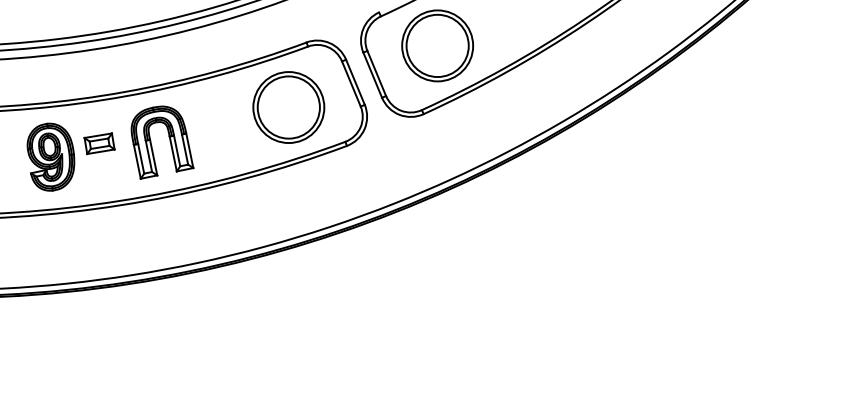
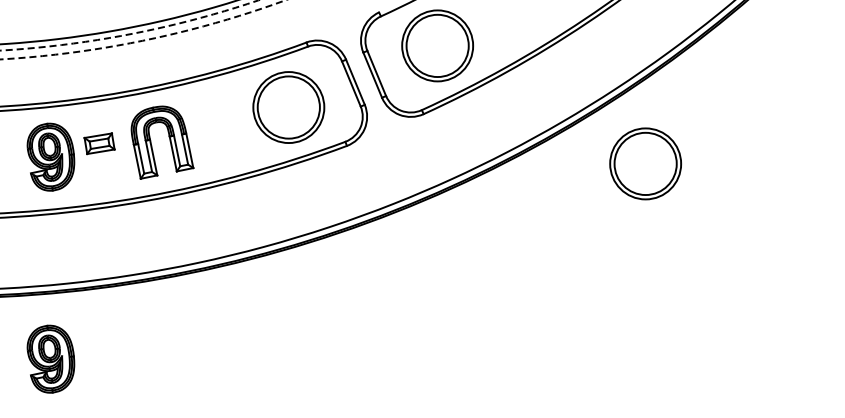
circle at (142, 29): solid -> dashed
arc at (131, 33): solid -> dashed
part at (645, 163): none -> present
part at (50, 358): none -> present
